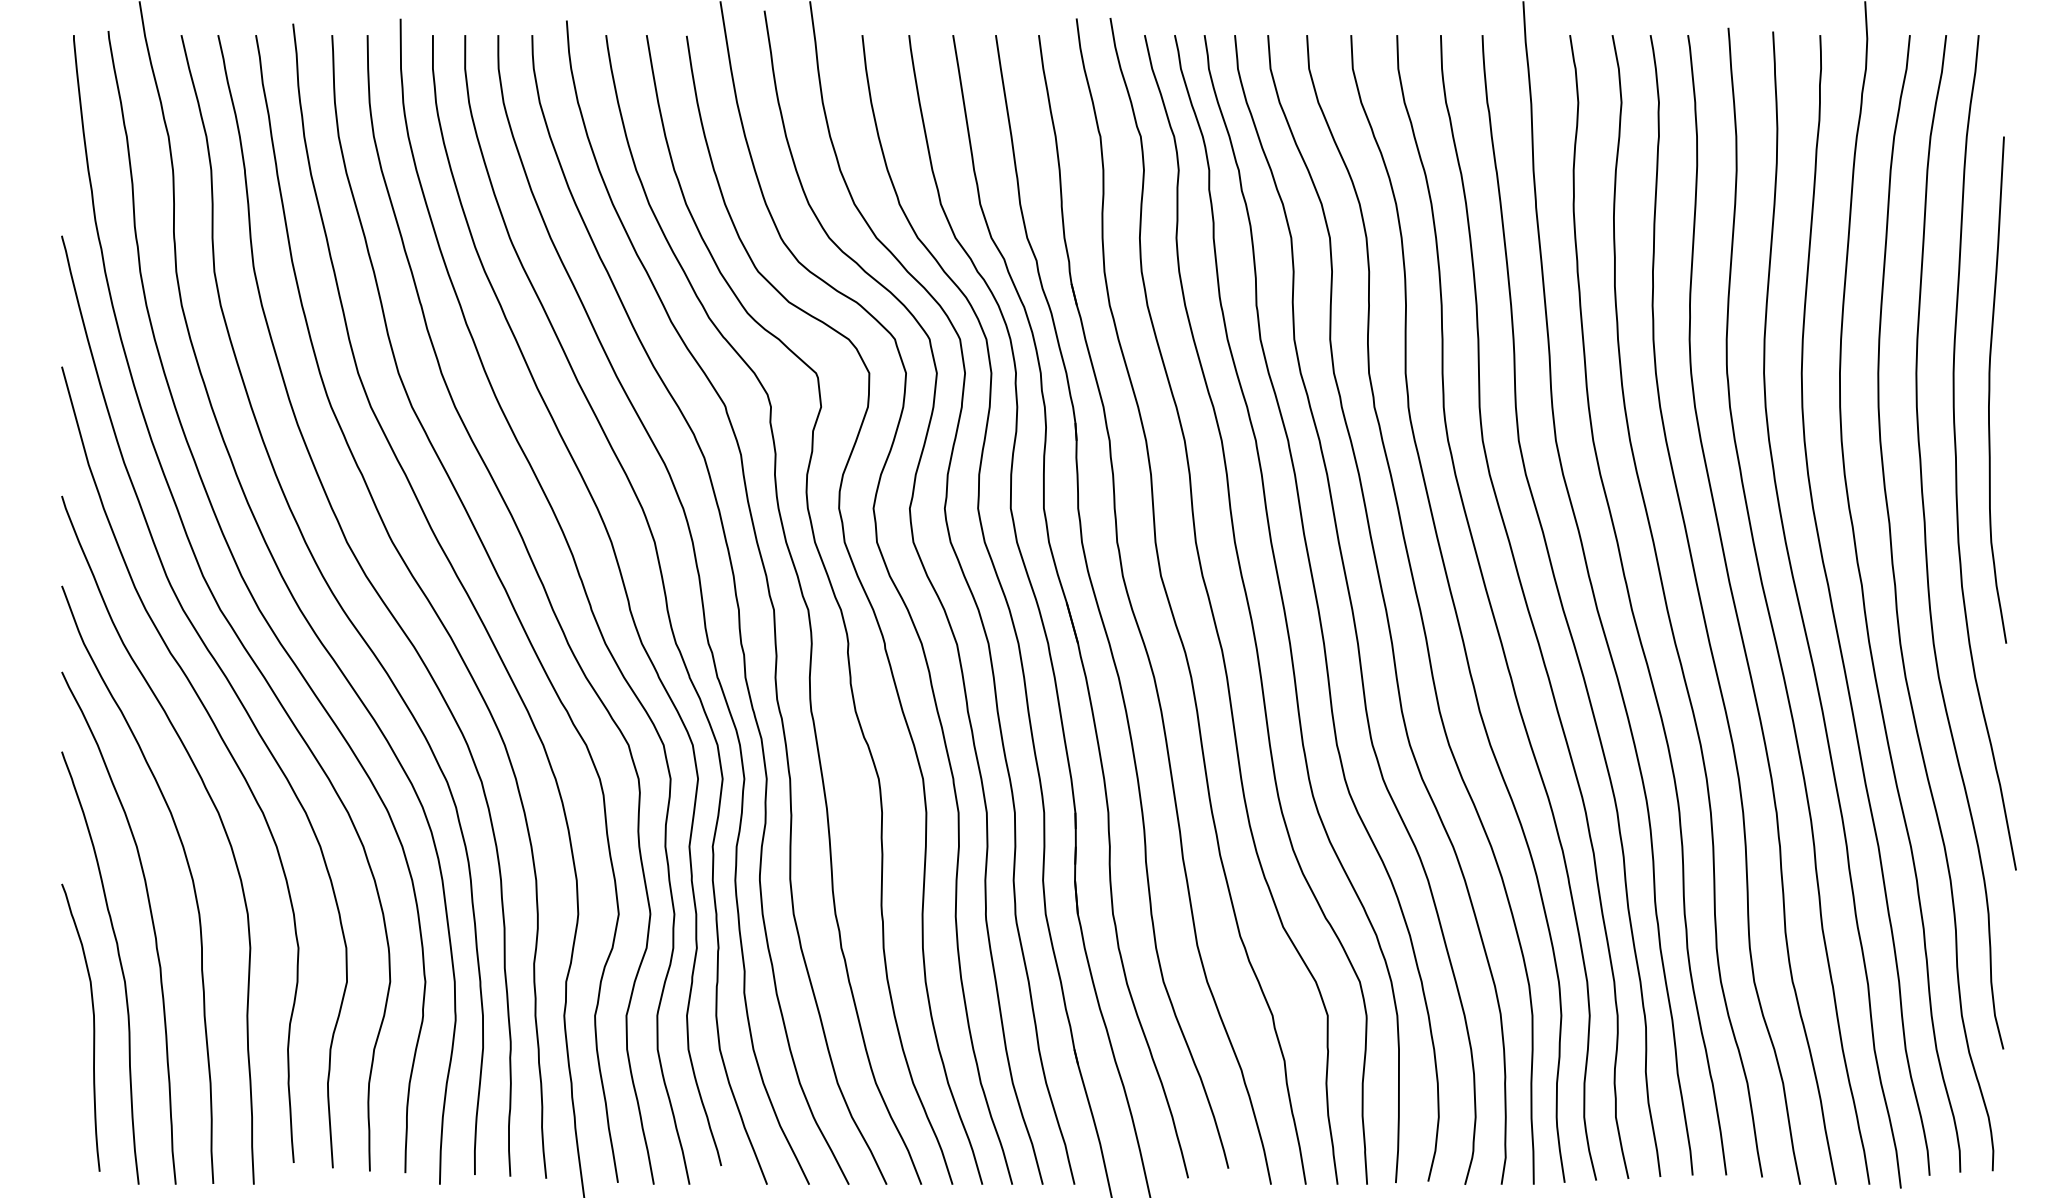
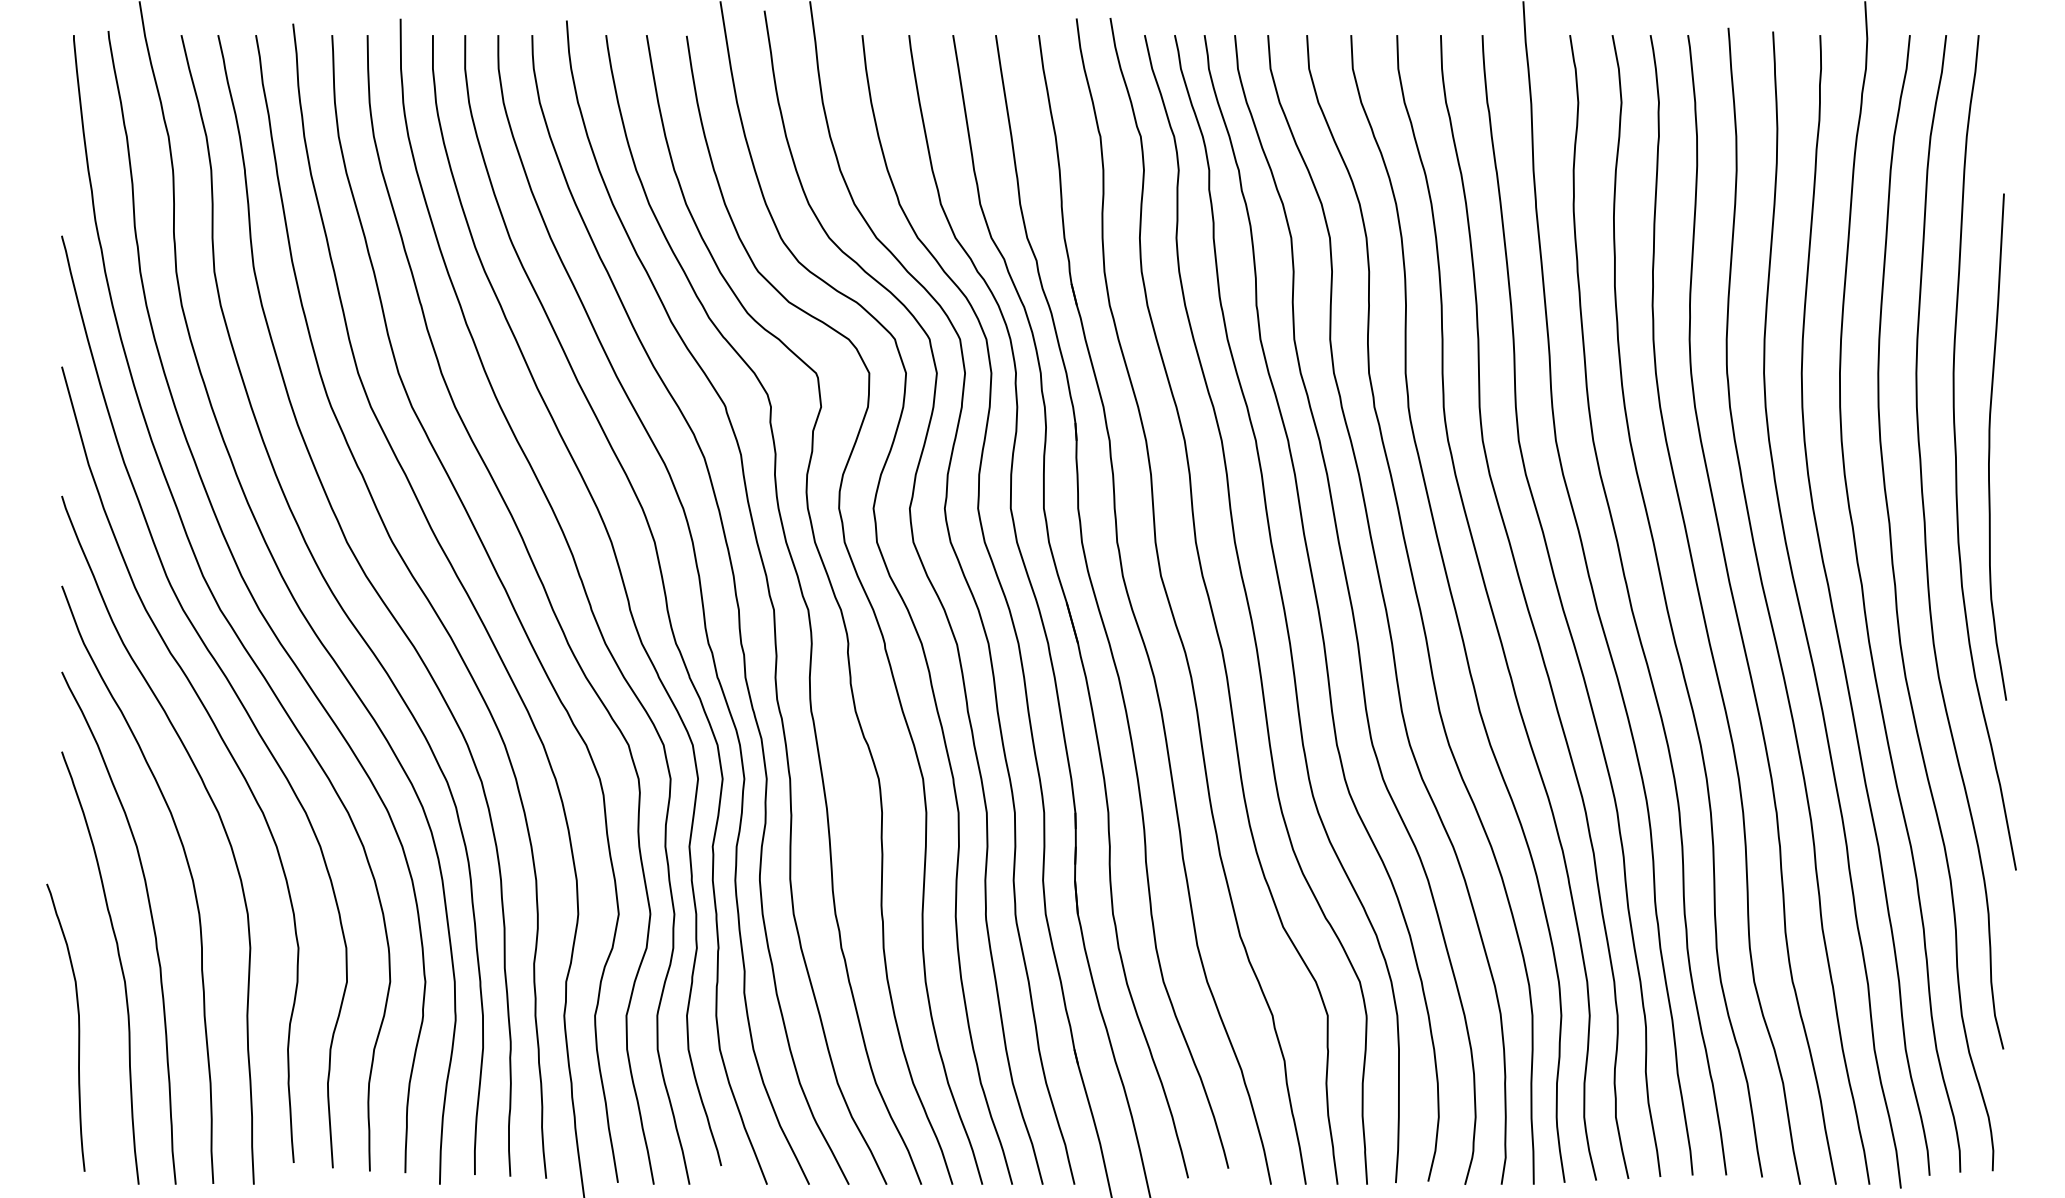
curve at (1990, 389) position: (1990, 389) -> (1990, 446)
curve at (93, 1027) position: (93, 1027) -> (78, 1027)
